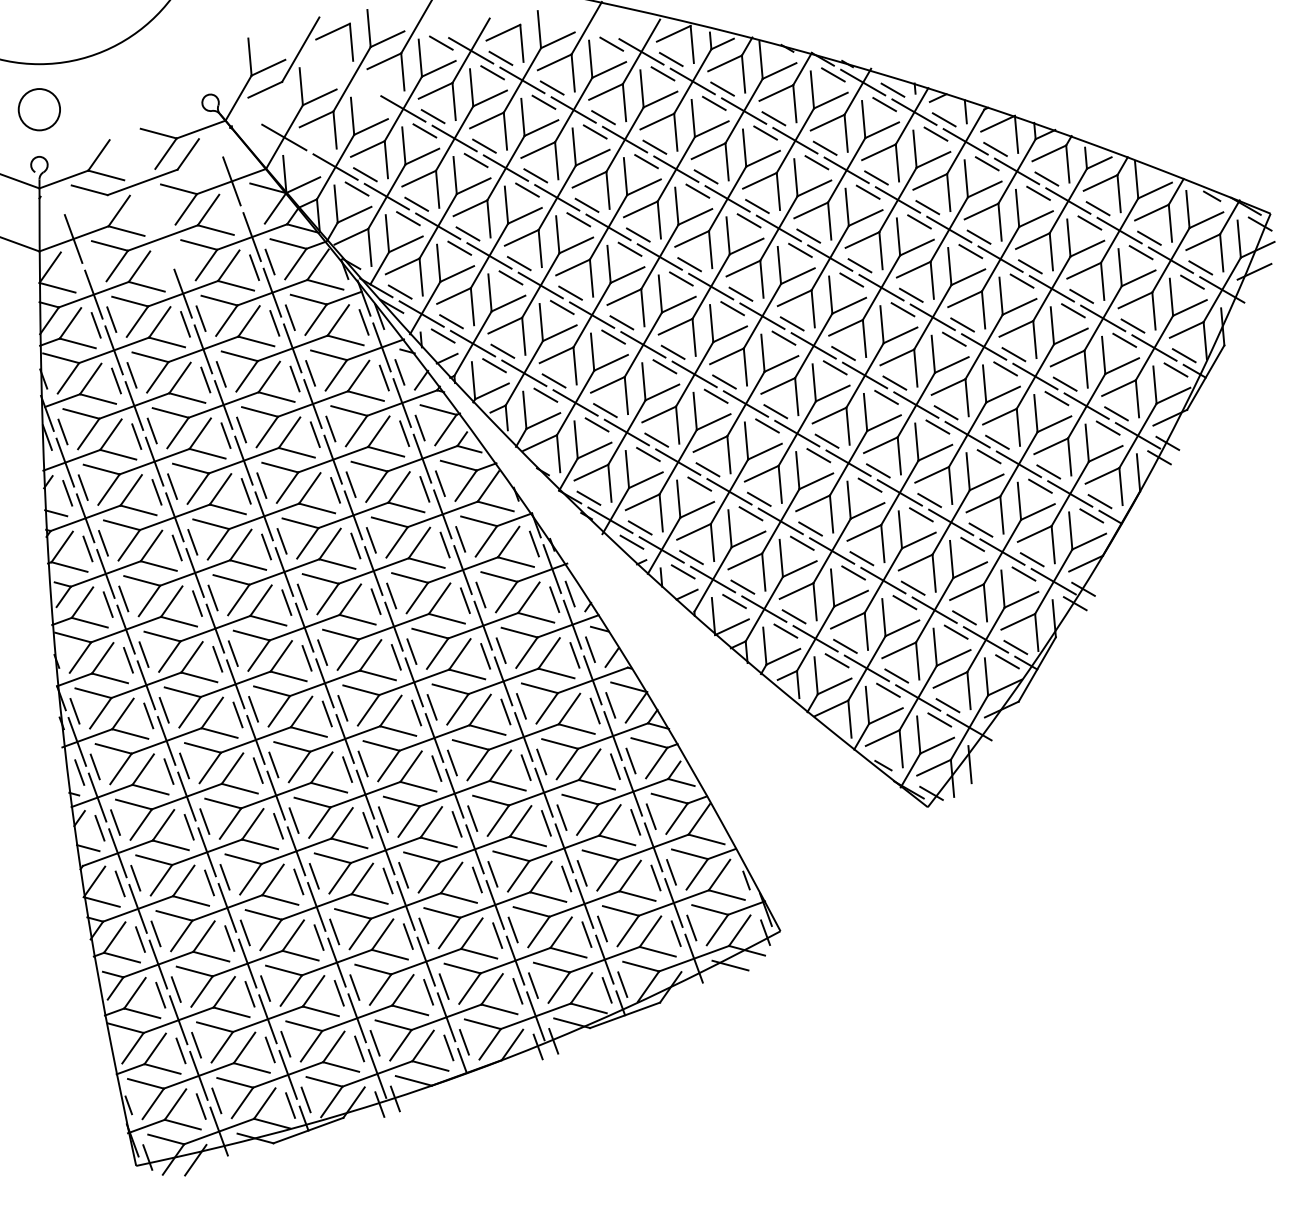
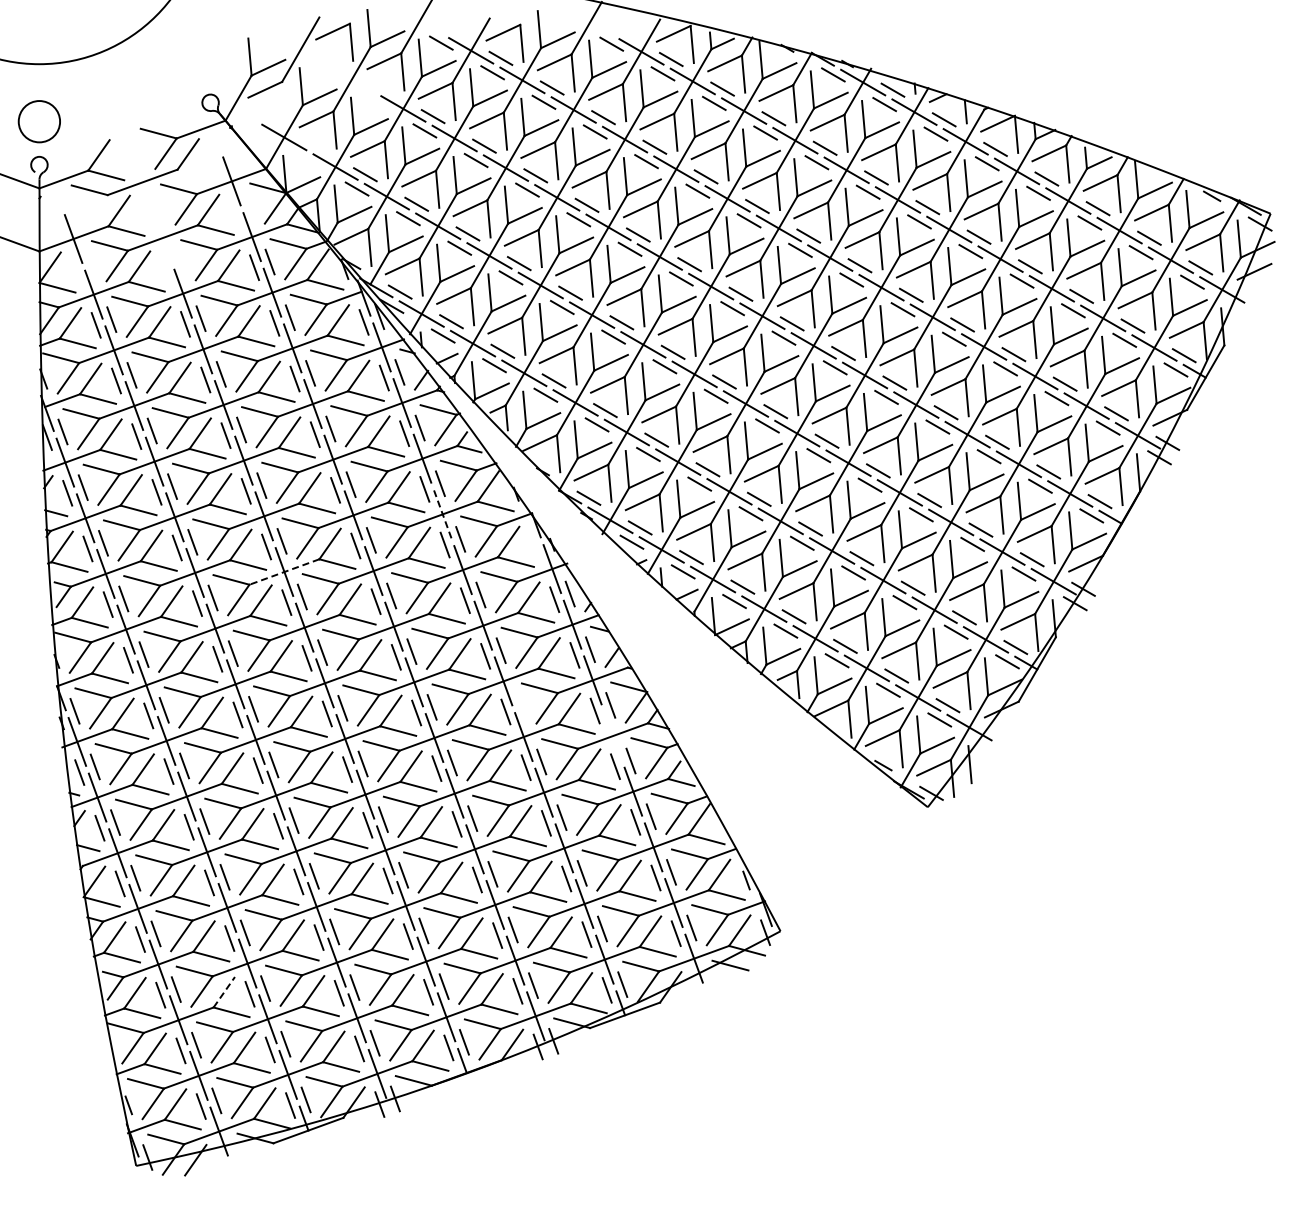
circle at (38, 109) position: (38, 109) -> (38, 121)
line at (442, 513): solid -> dashed
line at (533, 543): present -> none
line at (283, 572): solid -> dashed
line at (520, 706): present -> none
line at (612, 735): present -> none
line at (224, 992): solid -> dashed
